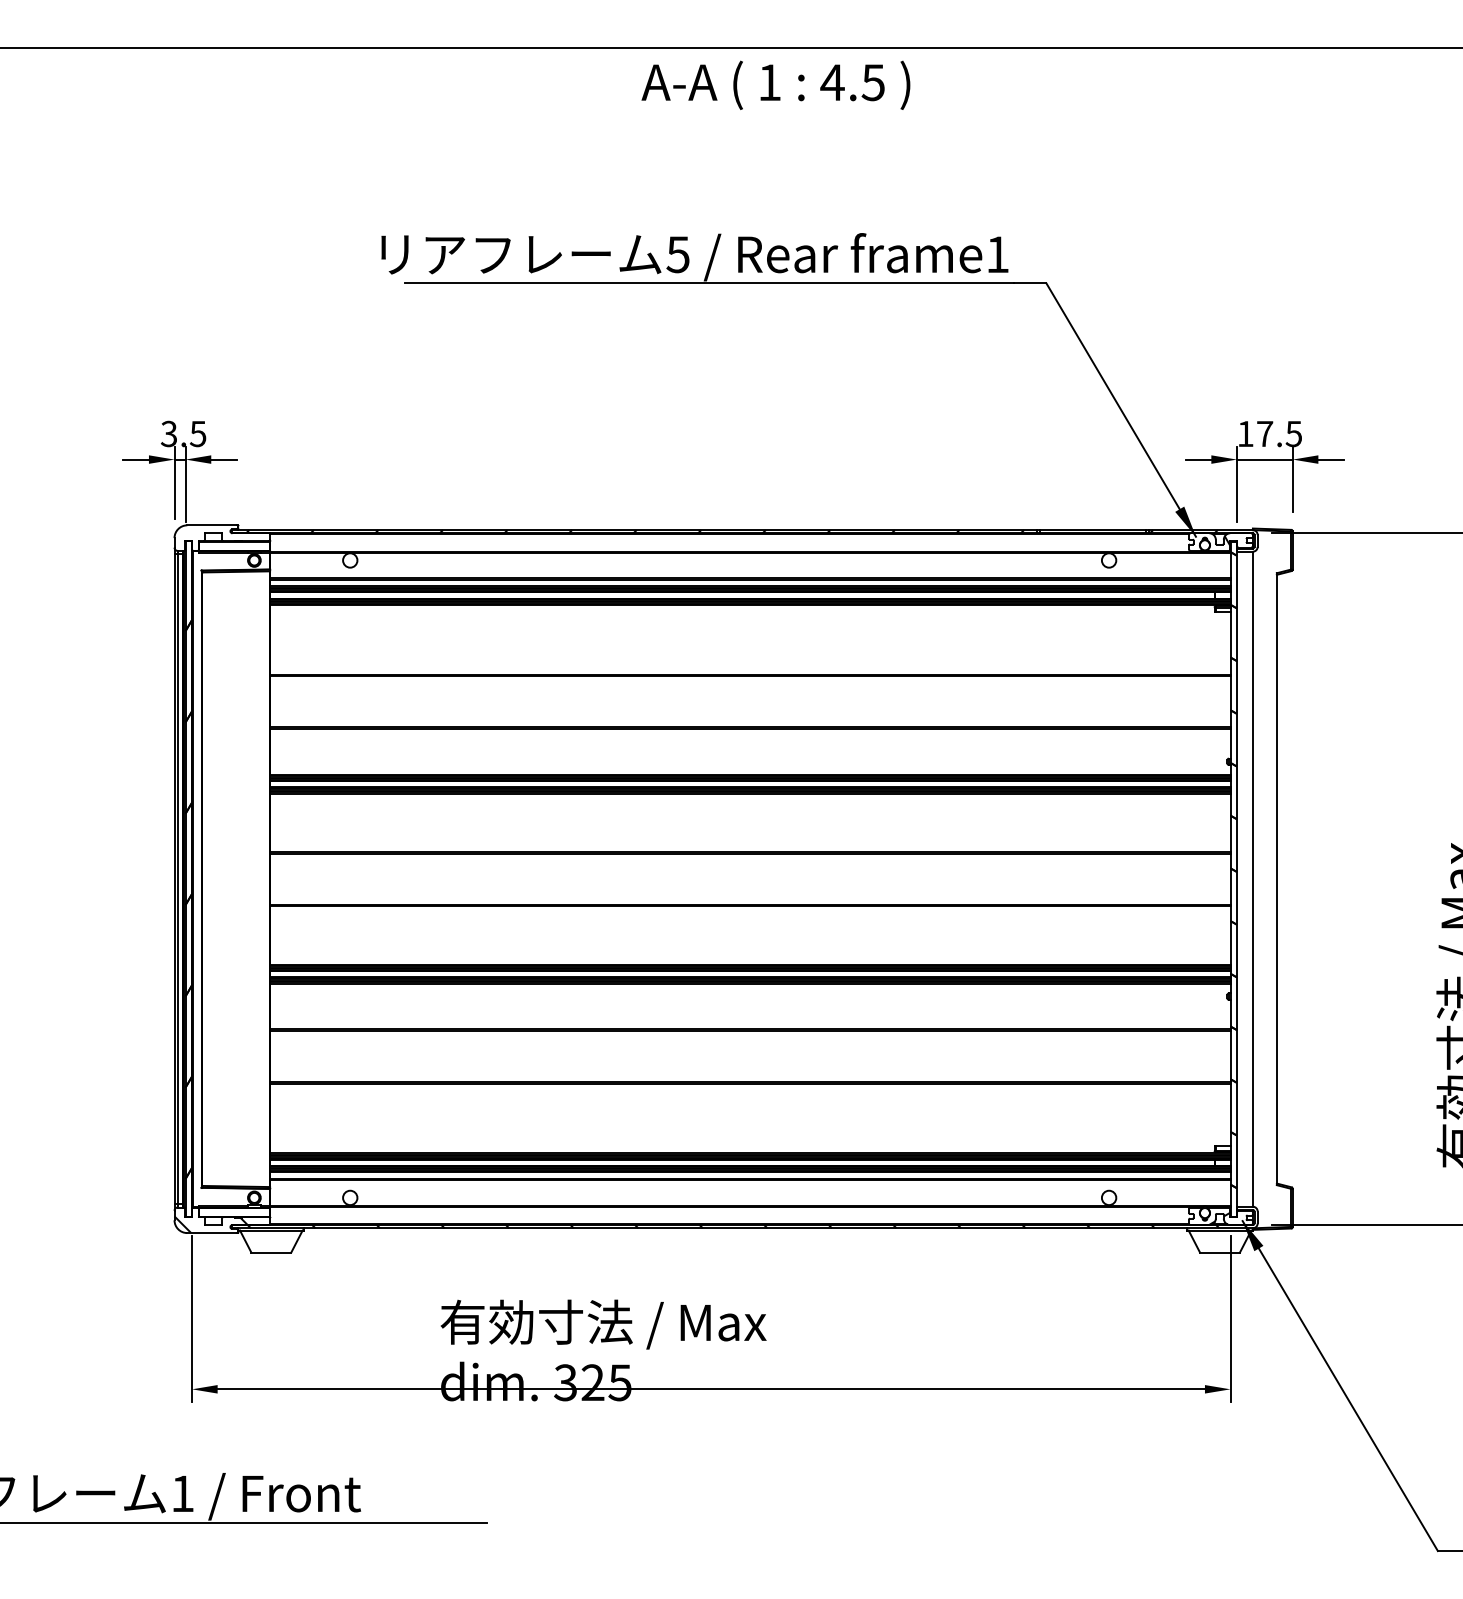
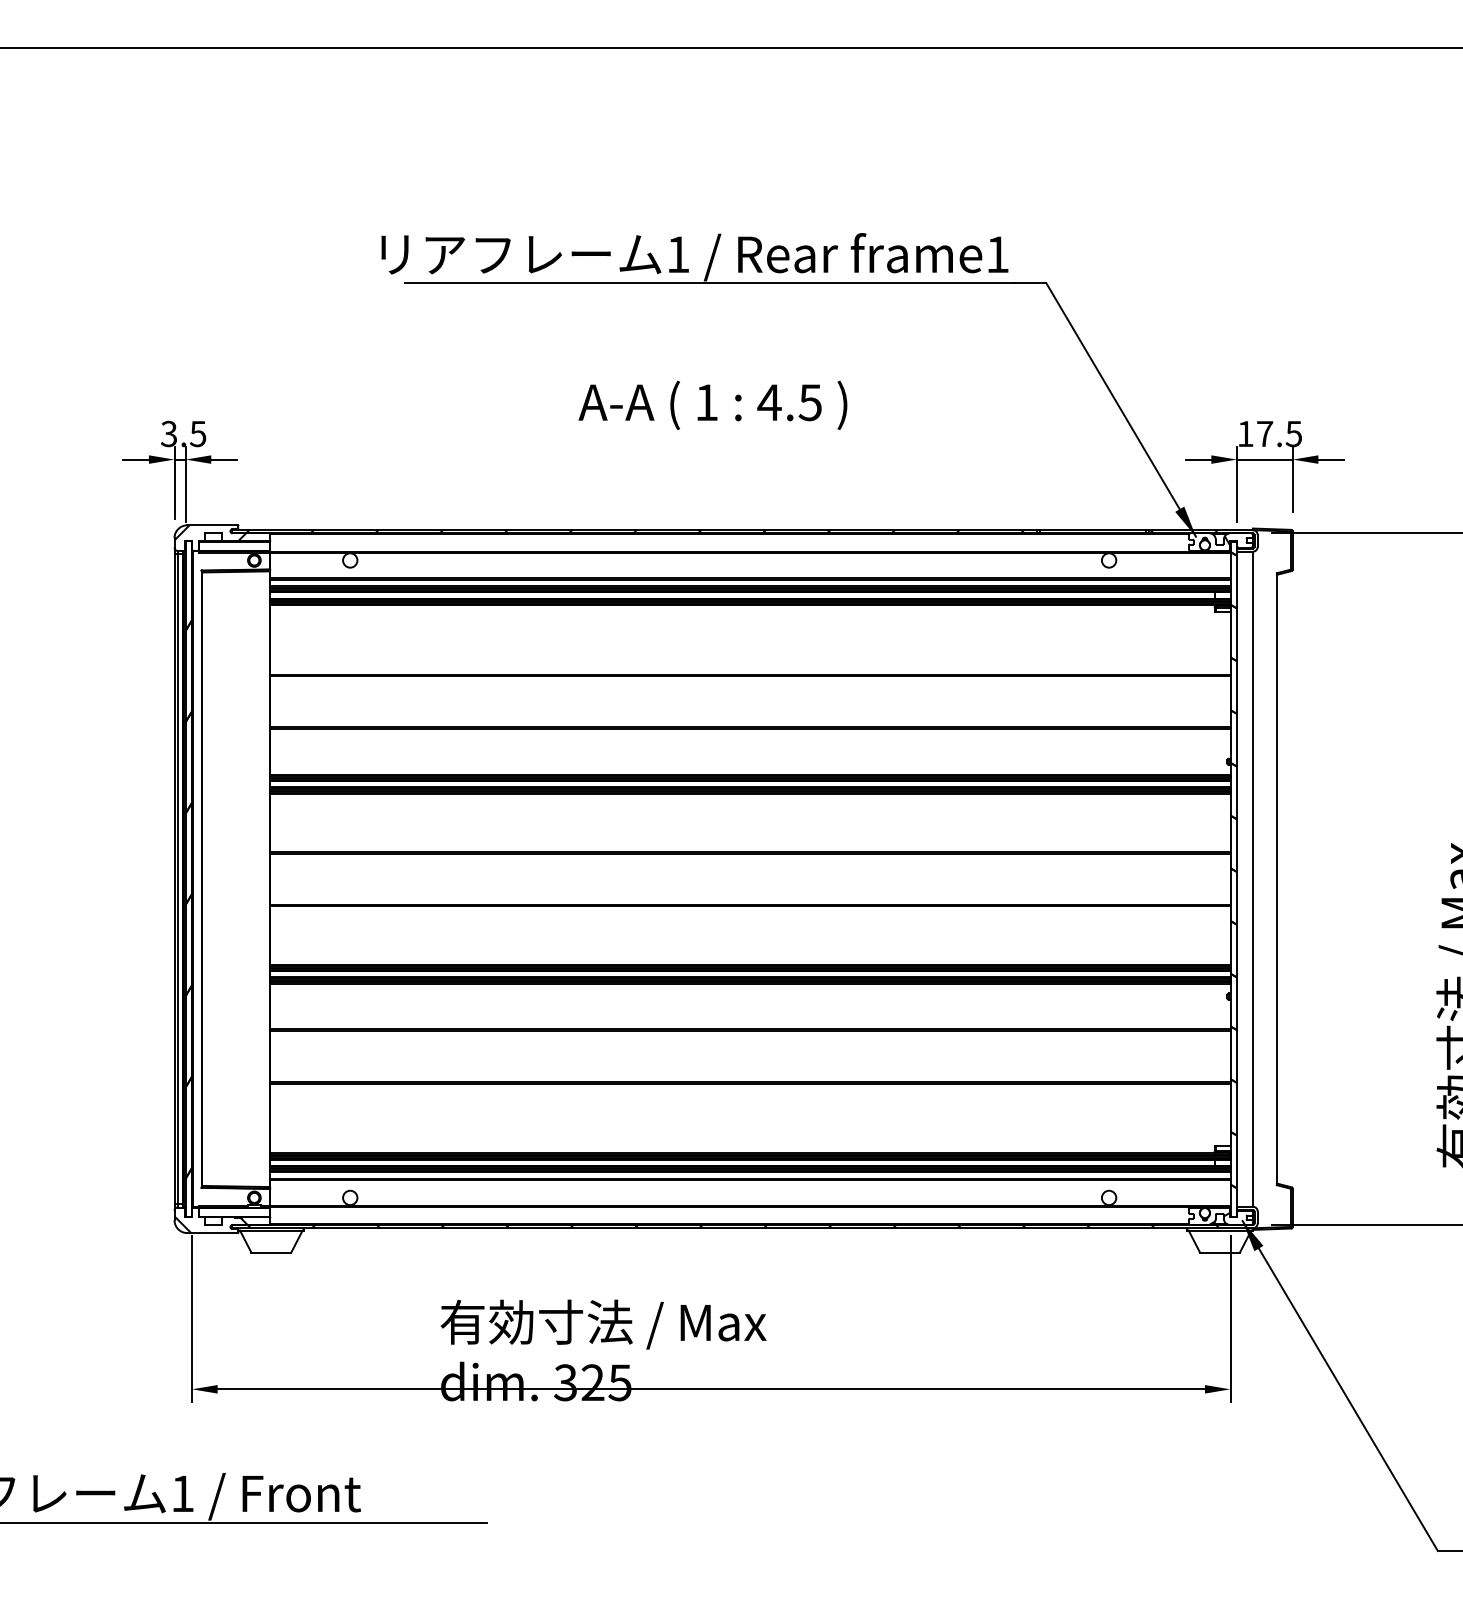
text at (775, 84) position: (775, 84) -> (712, 404)
text at (677, 254): 5 -> 1
hatch at (210, 532): none -> present
